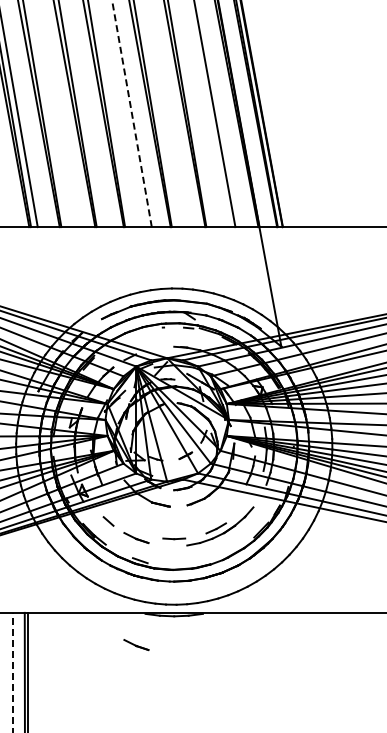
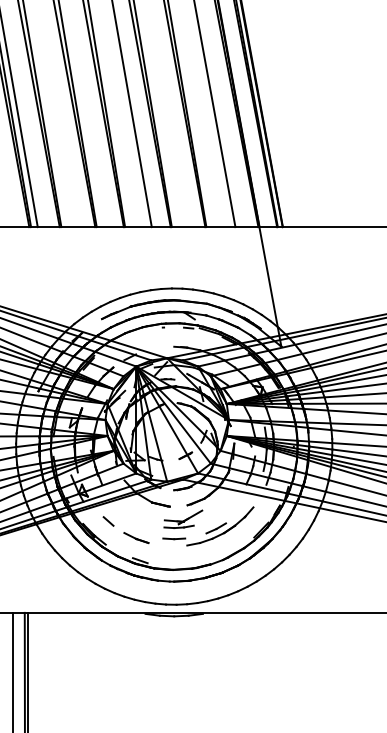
line at (131, 113): dashed -> solid
part at (183, 518): none -> present
line at (136, 645): present -> none
line at (13, 672): dashed -> solid
